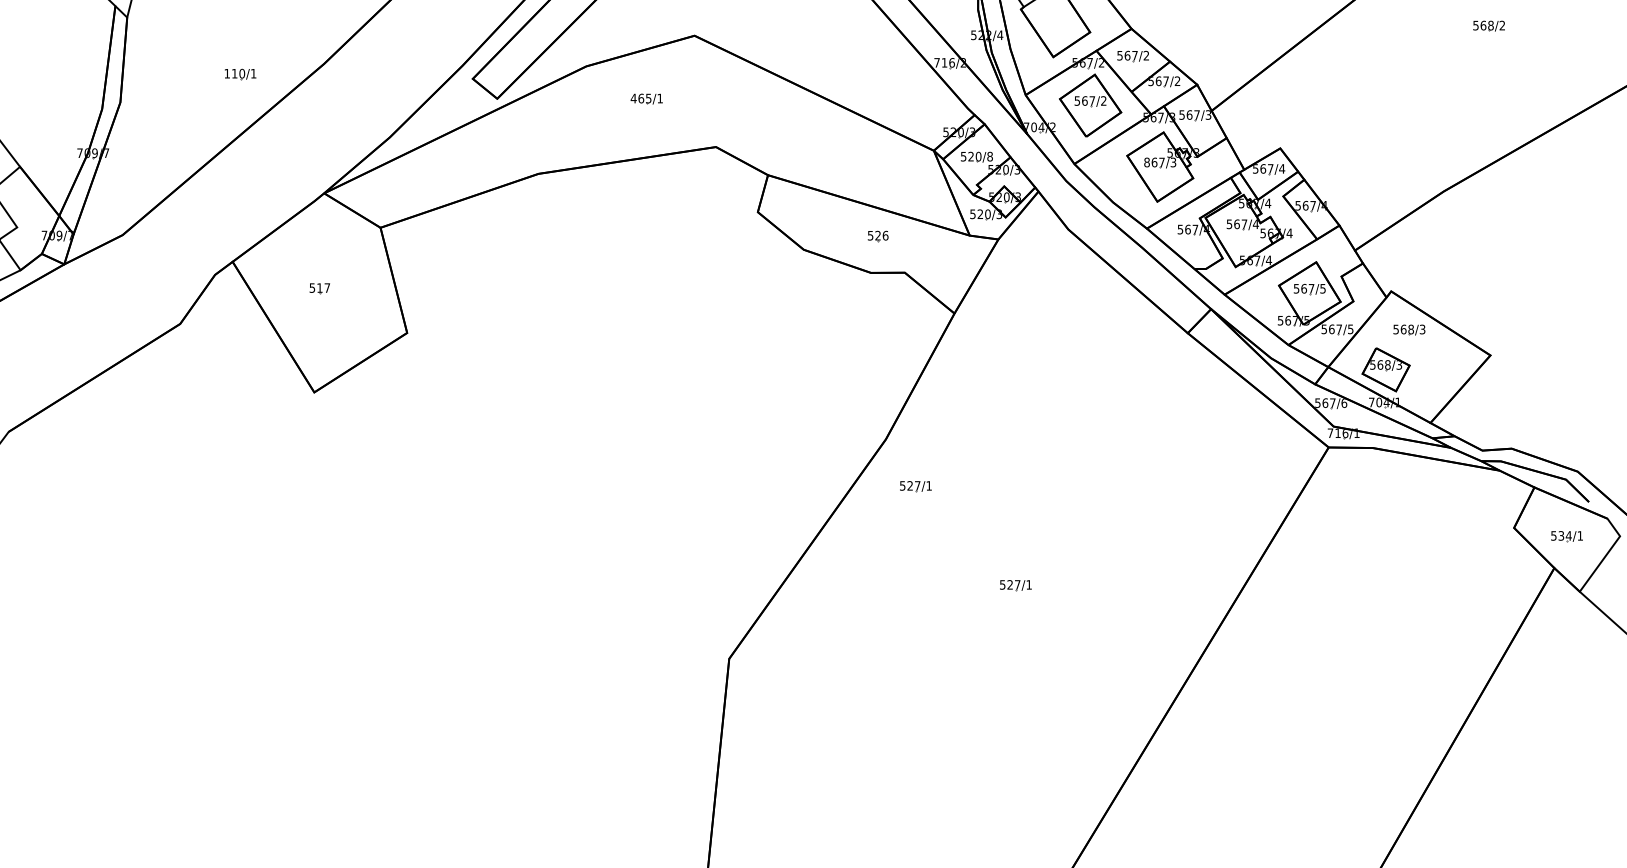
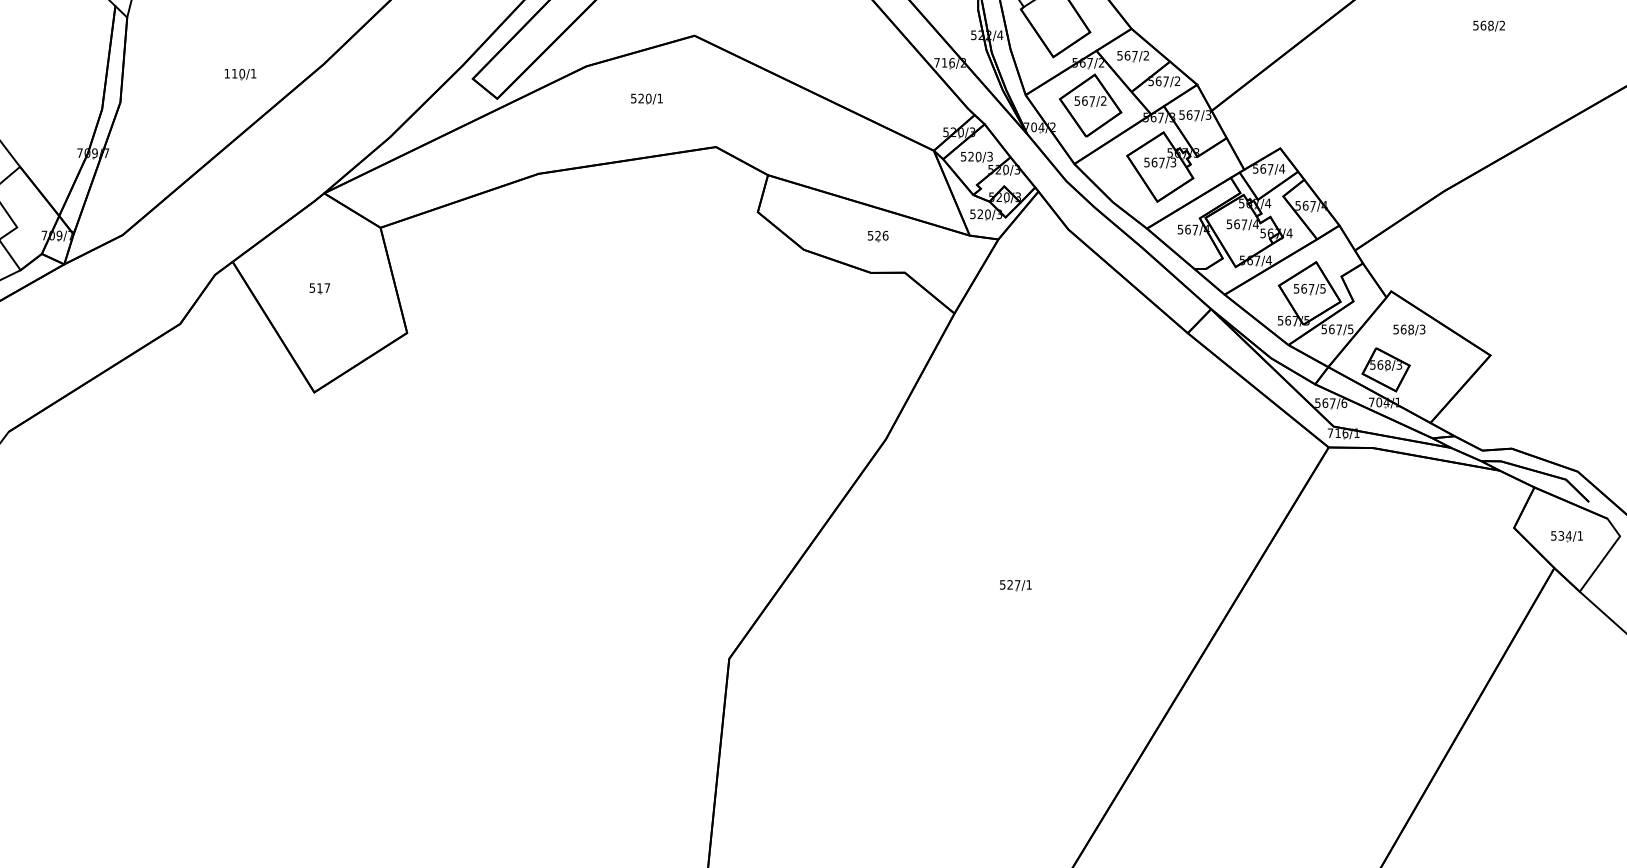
text at (640, 98): 465/1 -> 520/1
text at (989, 156): 520/8 -> 520/3
text at (1146, 162): 867/3 -> 567/3
part at (915, 486): present -> none
